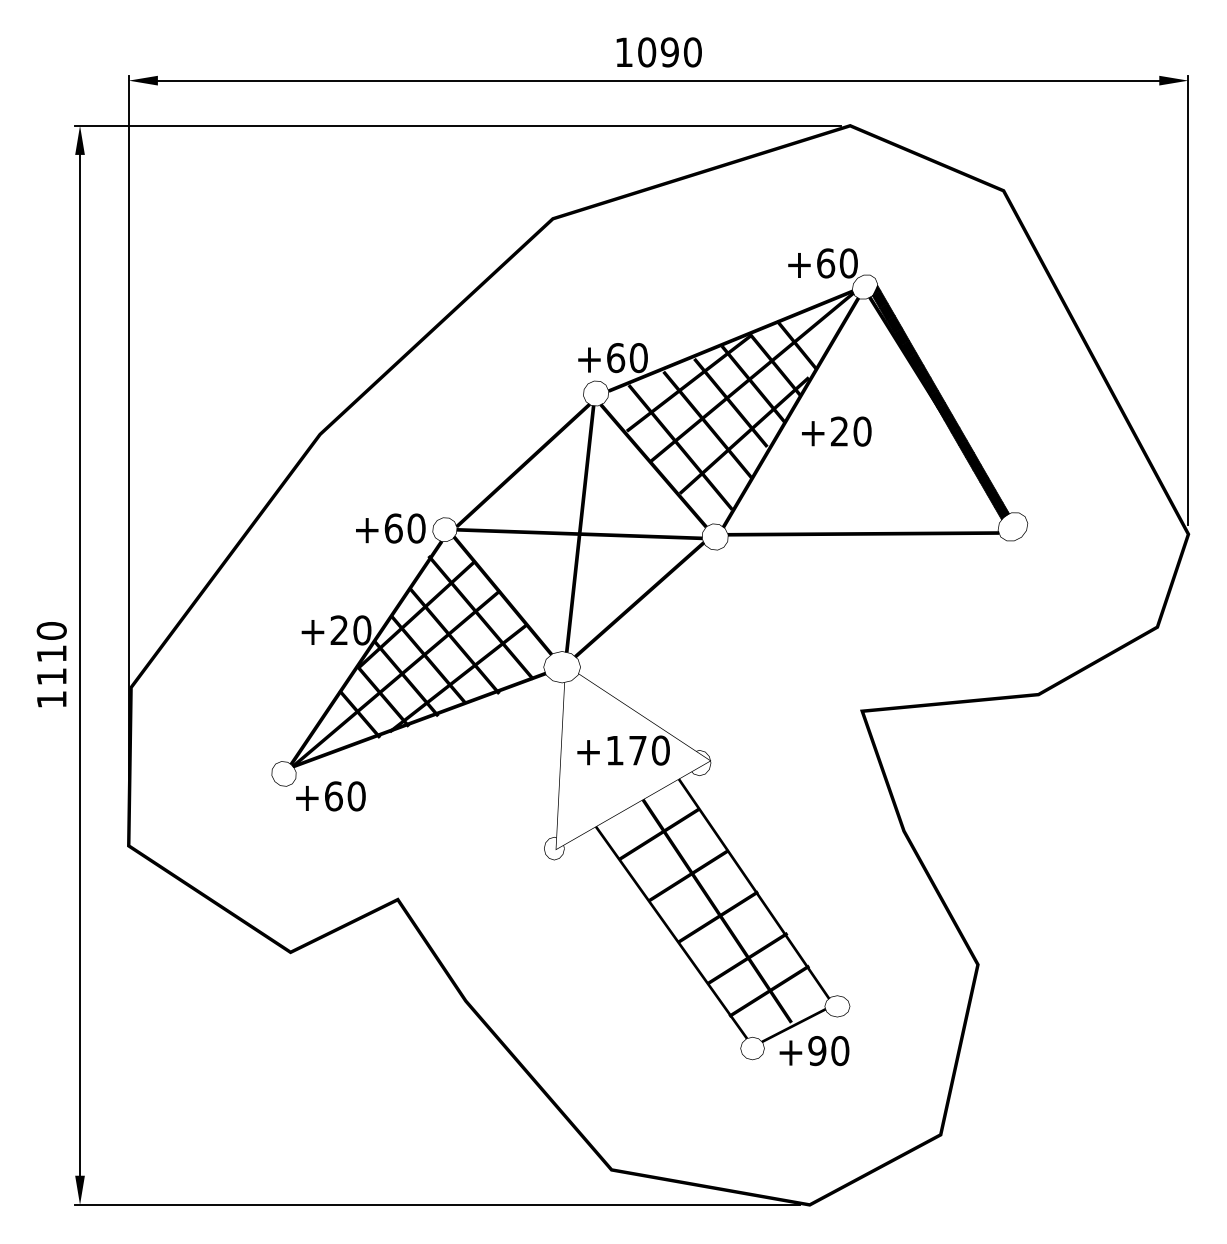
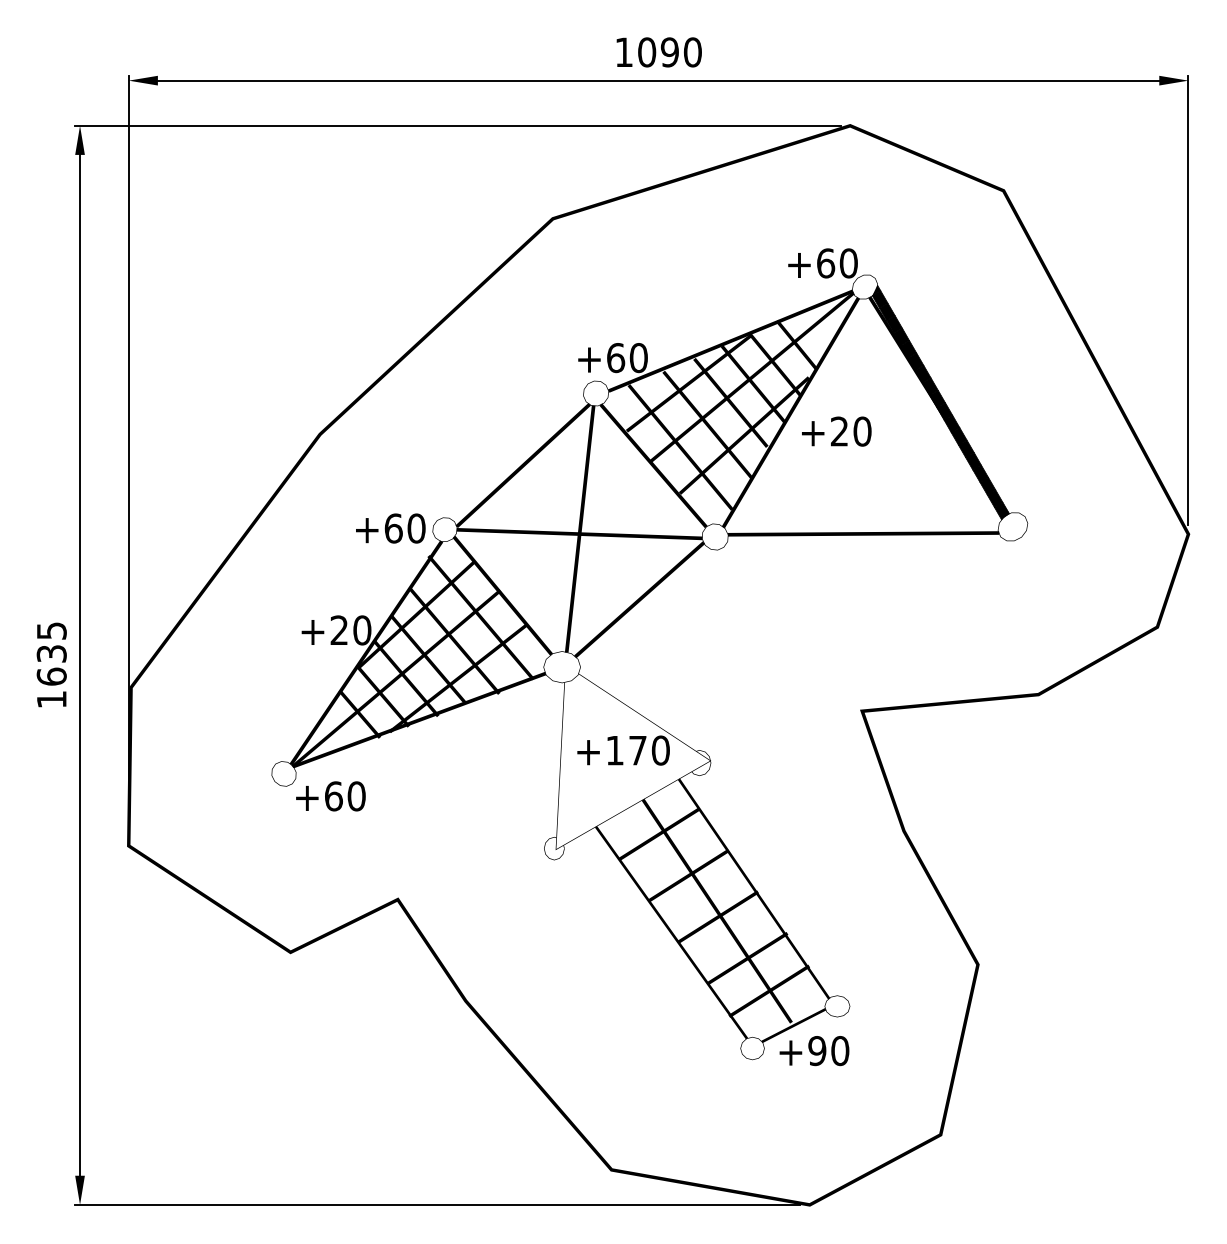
text at (51, 653): 1110 -> 1635
